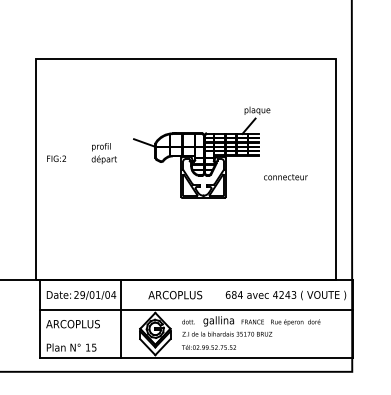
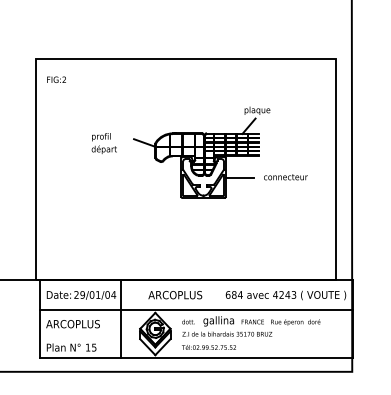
text at (103, 153) position: (103, 153) -> (103, 143)
text at (56, 158) position: (56, 158) -> (56, 79)
line at (239, 177): none -> present
